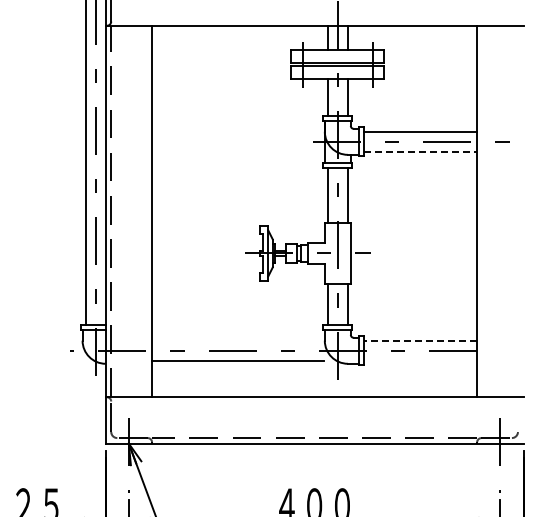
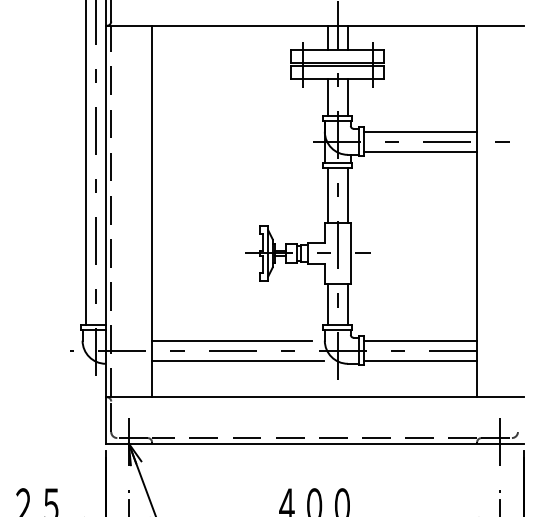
line at (420, 151): dashed -> solid
line at (231, 340): none -> present
line at (420, 340): dashed -> solid
line at (420, 360): none -> present
